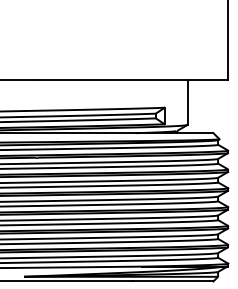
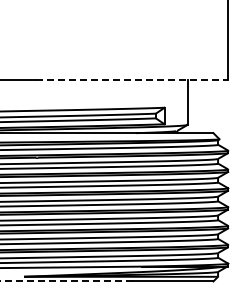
line at (132, 79): solid -> dashed
line at (66, 281): solid -> dashed
